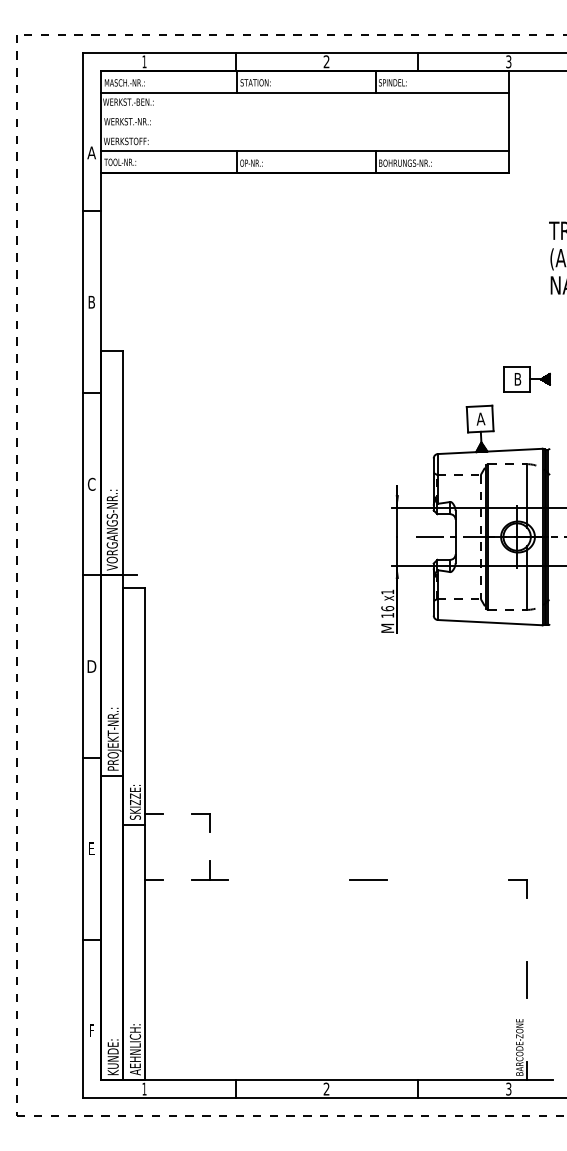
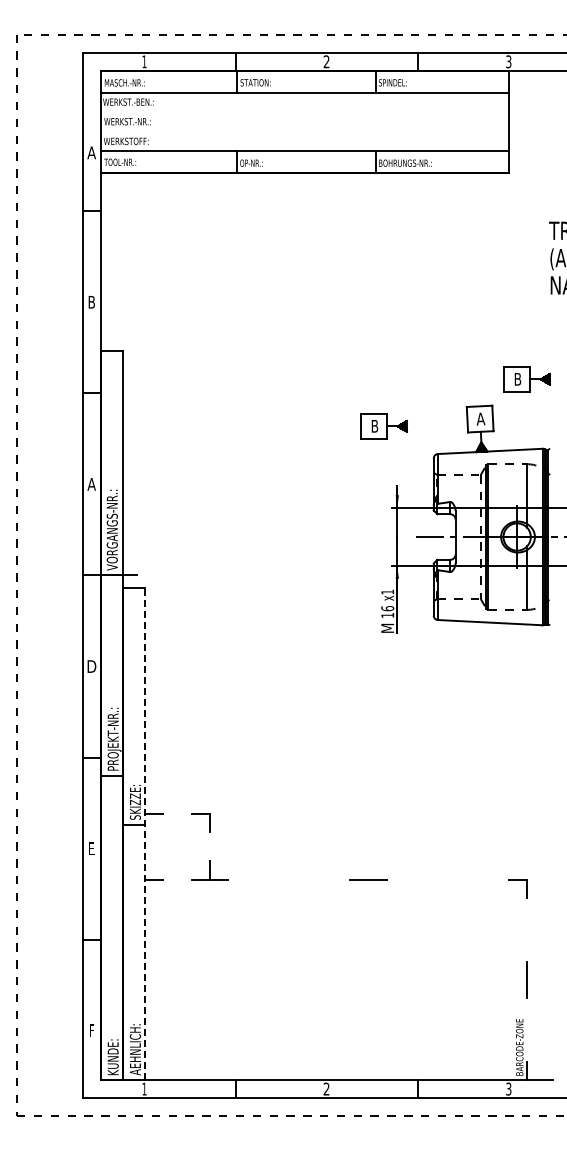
part at (383, 426): none -> present
text at (91, 483): C -> A
line at (144, 834): solid -> dashed
